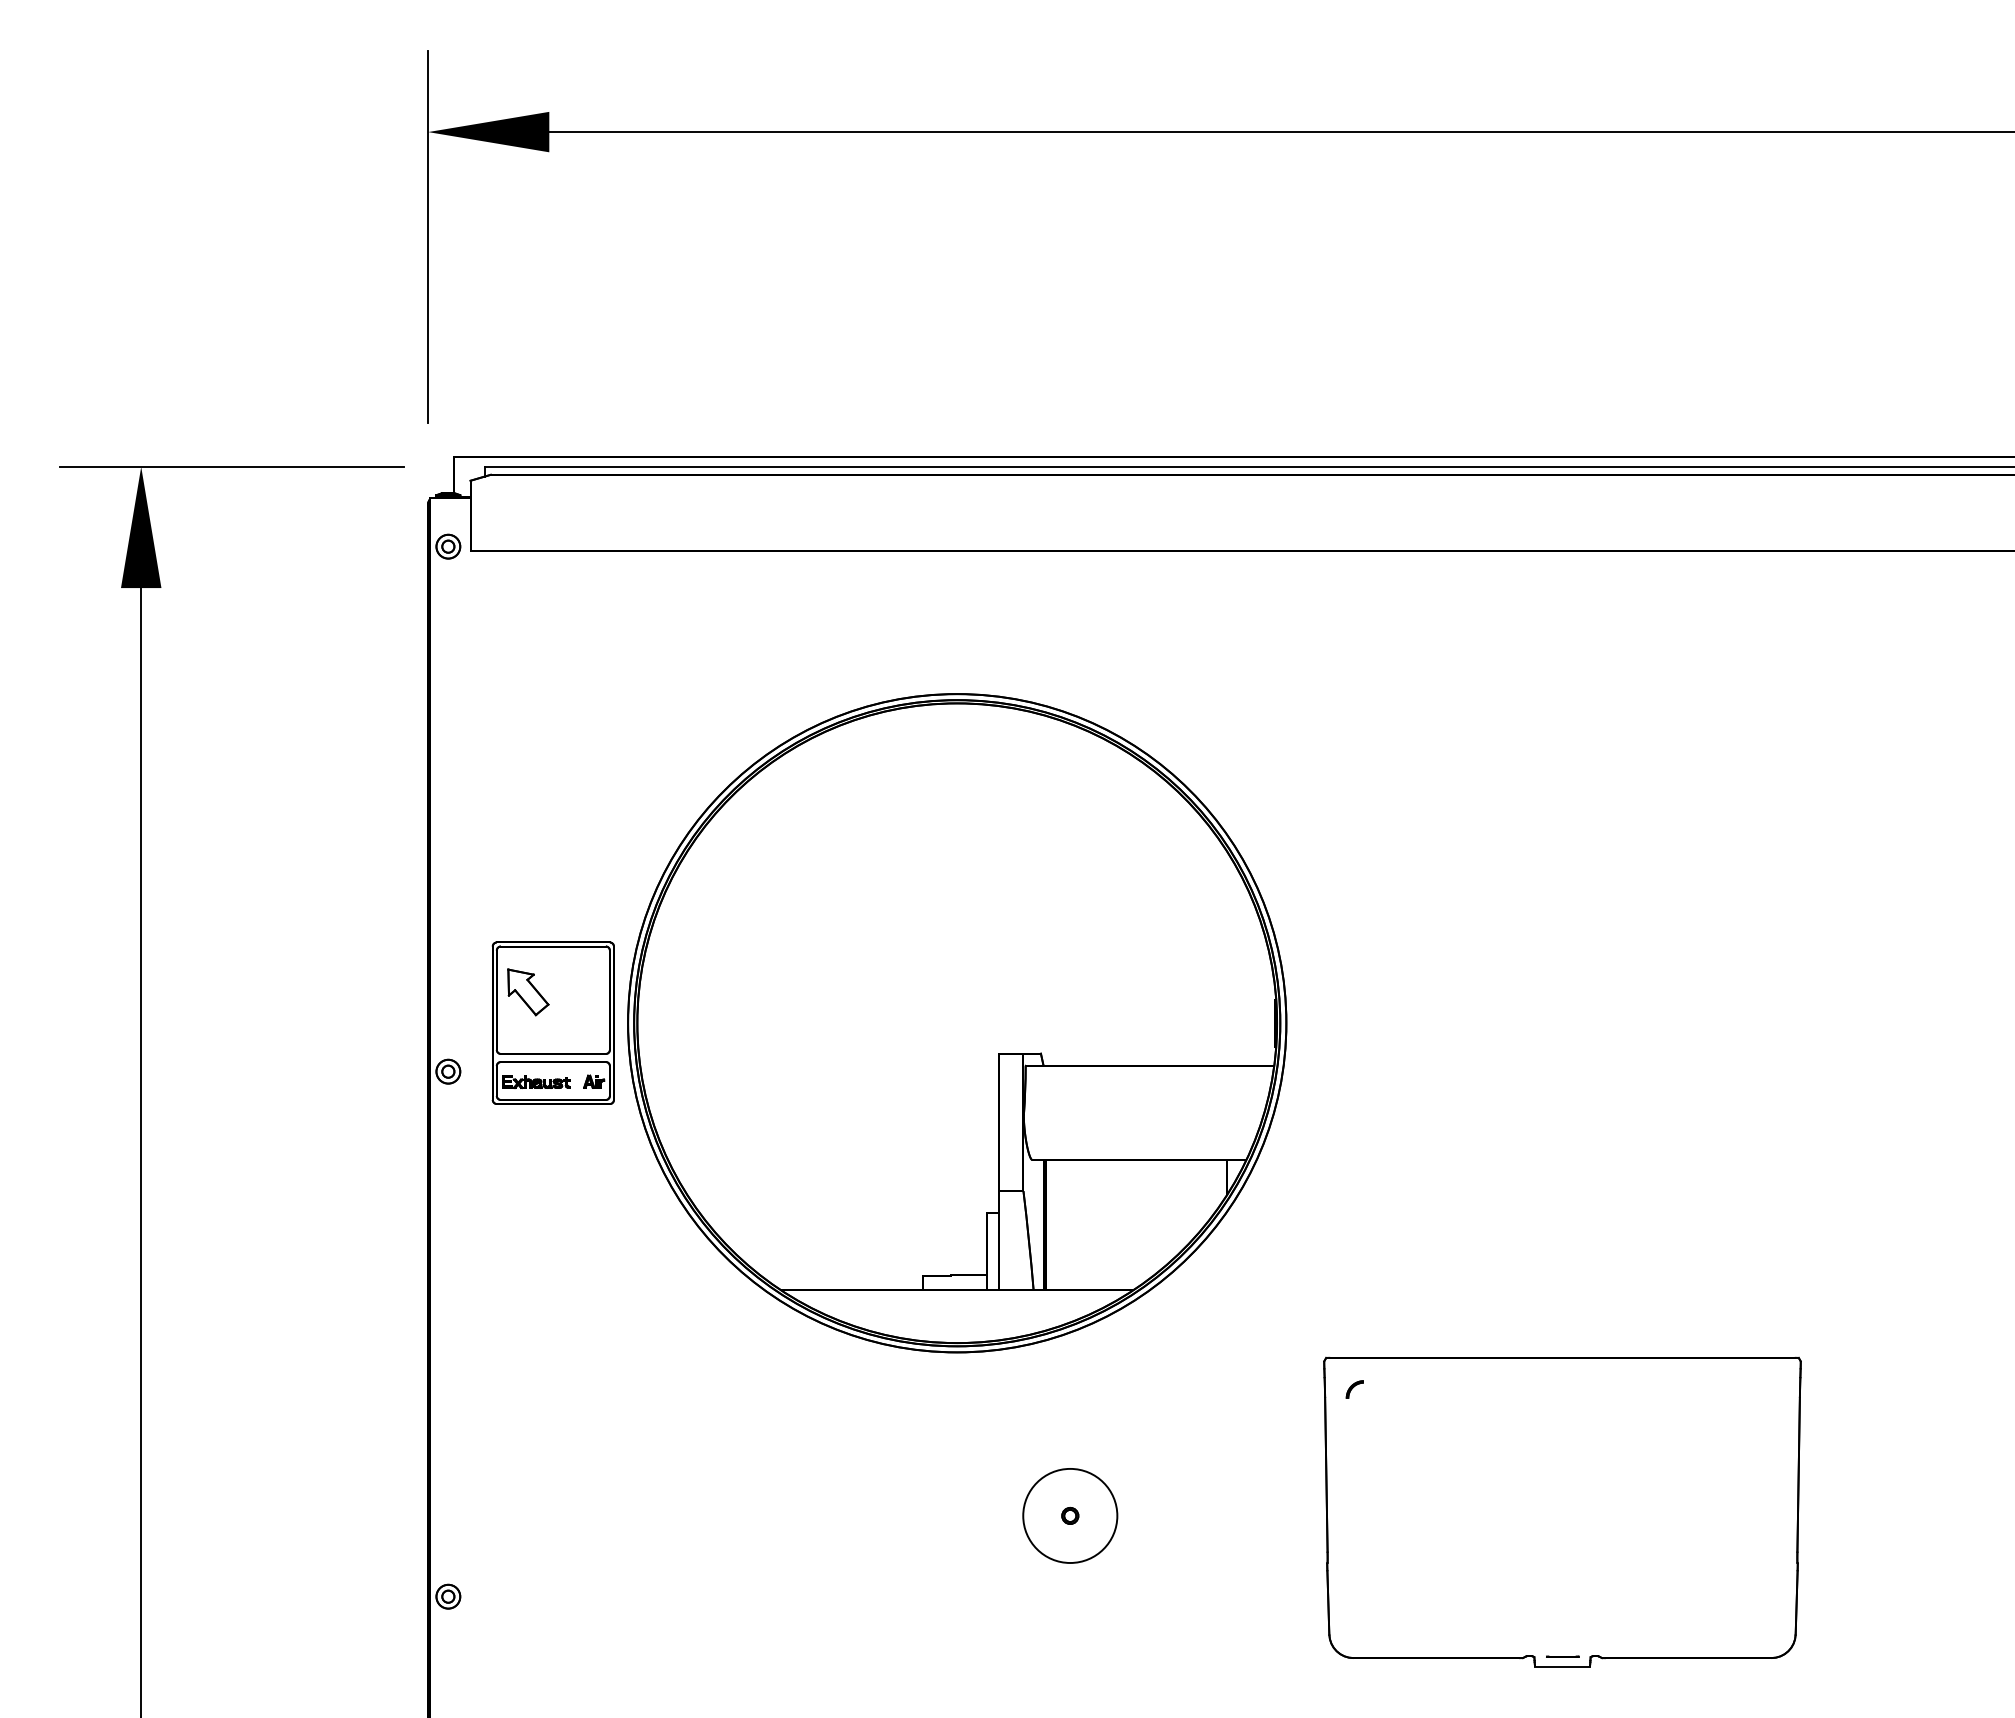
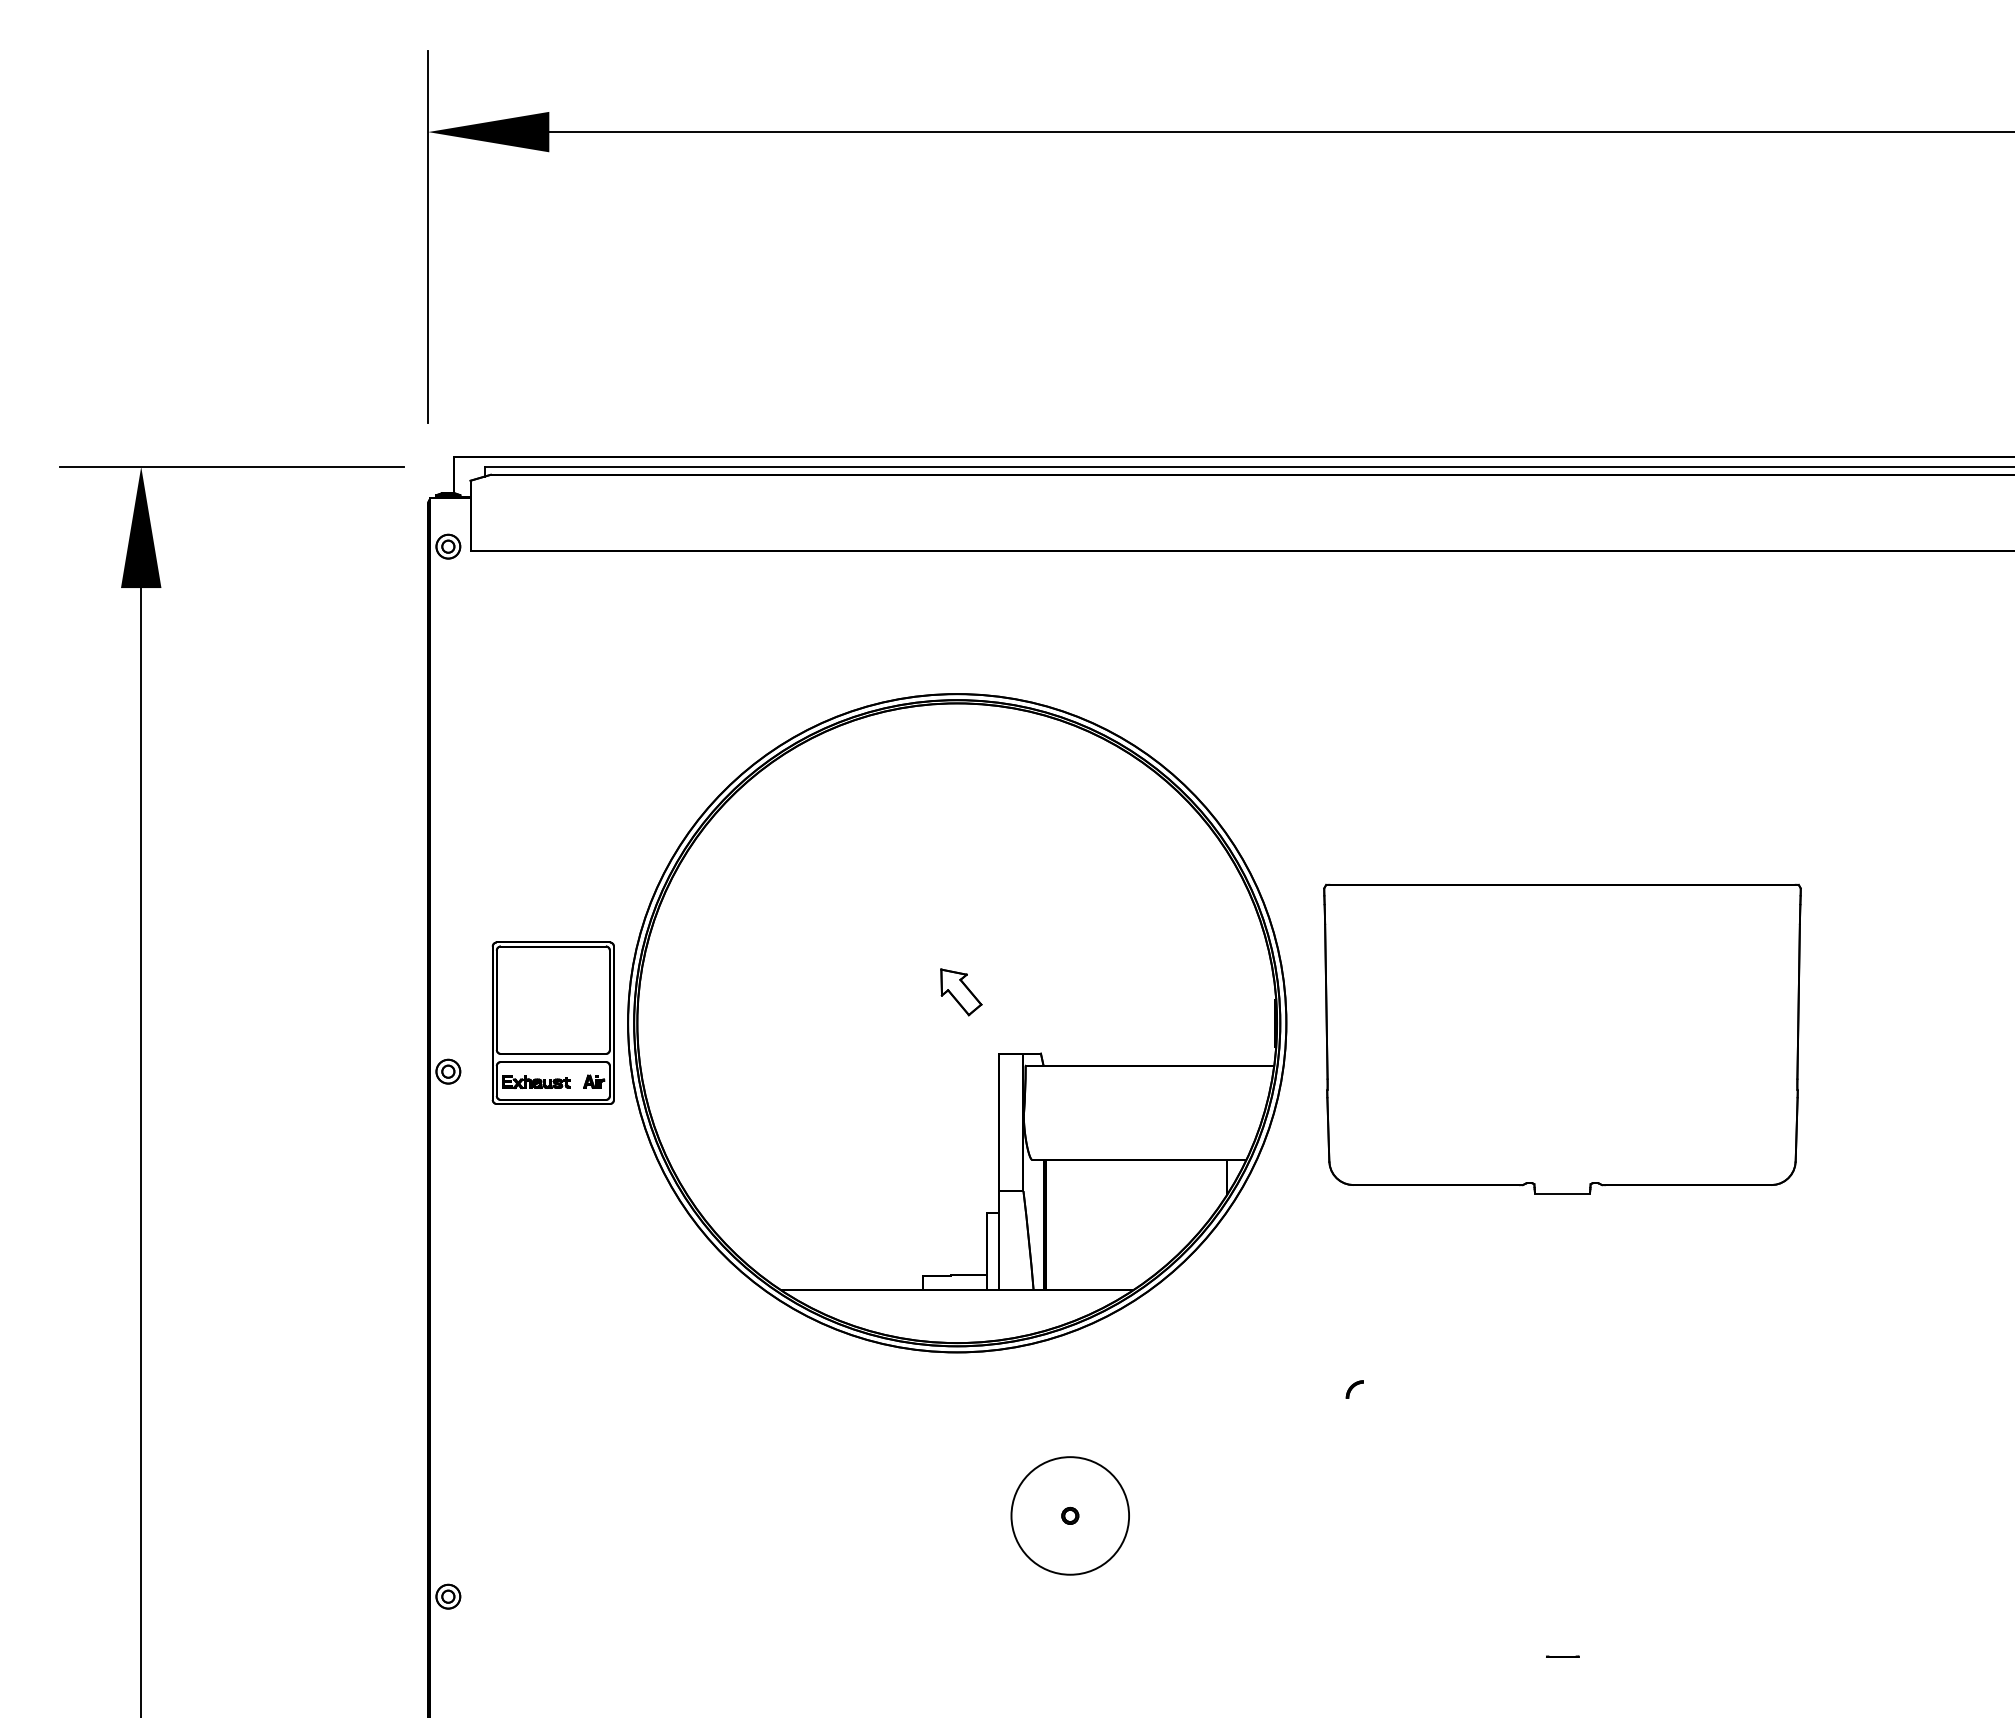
part at (528, 992) position: (528, 992) -> (961, 992)
part at (1562, 1511) position: (1562, 1511) -> (1562, 1038)
circle at (1070, 1515) diameter: 94 px -> 118 px
